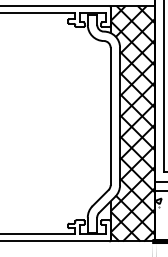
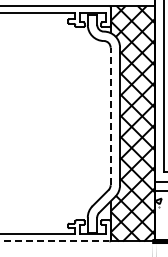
line at (110, 116): solid -> dashed
line at (55, 241): solid -> dashed
